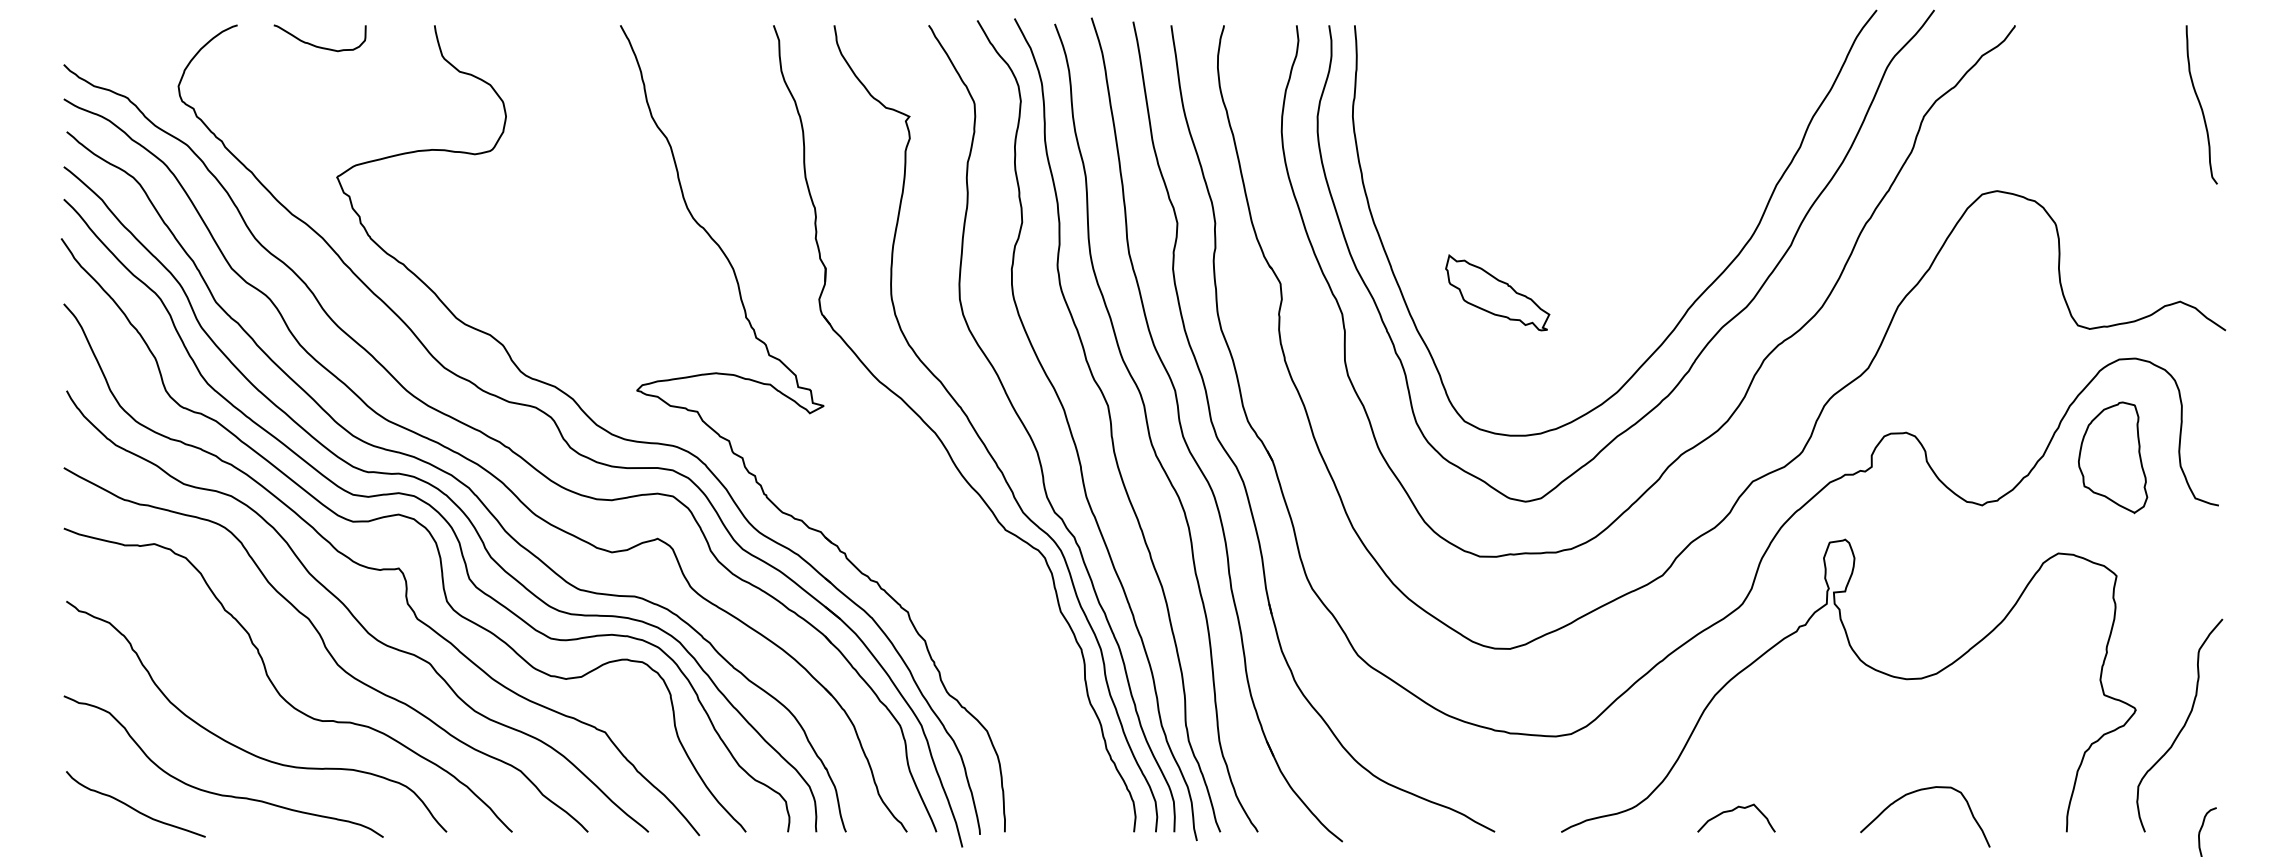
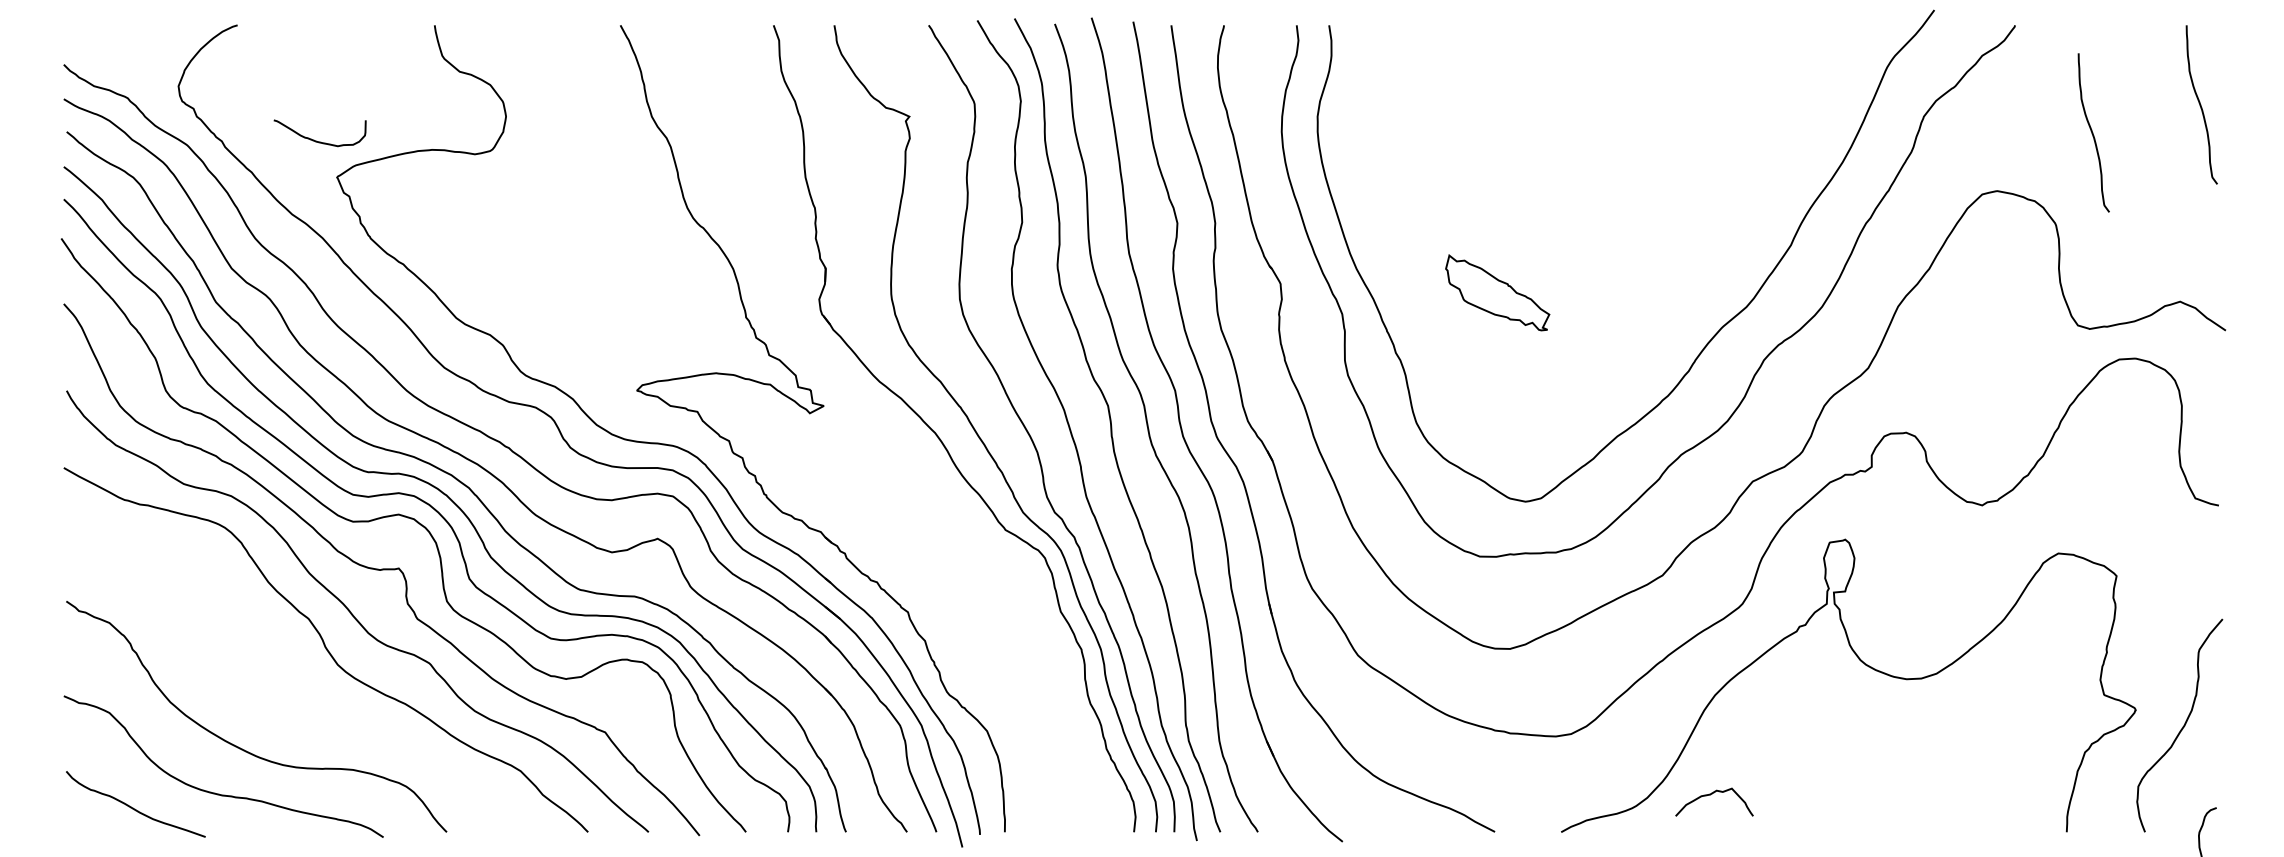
curve at (316, 45) position: (316, 45) -> (316, 140)
curve at (2093, 132): none -> present
curve at (1693, 301): present -> none
part at (2113, 457): present -> none
curve at (275, 686): present -> none
curve at (1918, 791): present -> none
curve at (1732, 811) position: (1732, 811) -> (1710, 795)
